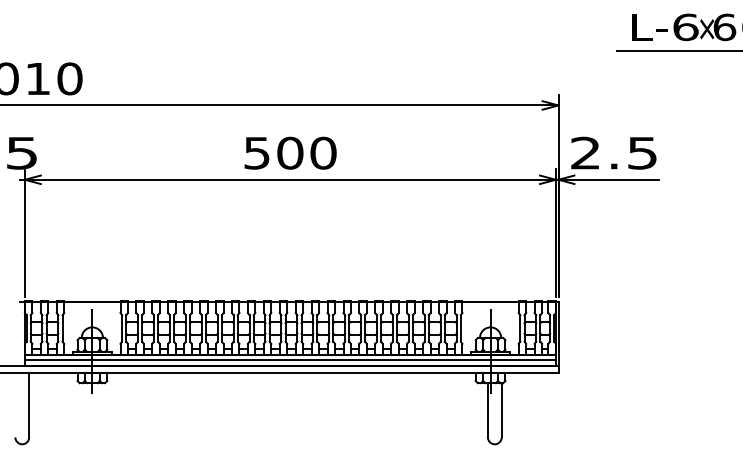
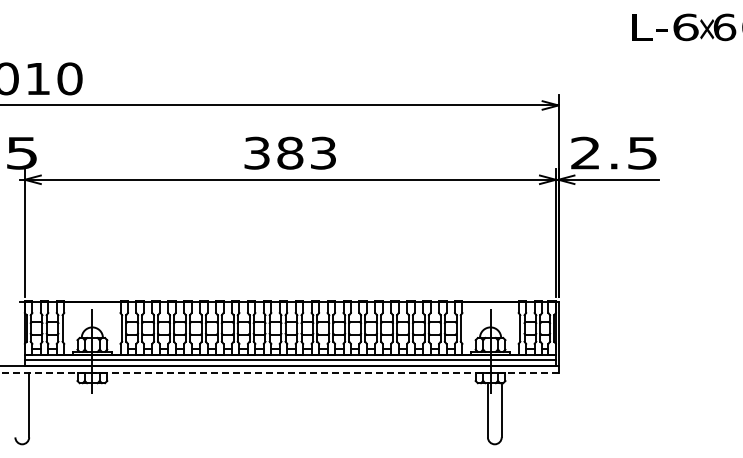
line at (677, 51): present -> none
text at (290, 152): 500 -> 383
line at (279, 372): solid -> dashed
